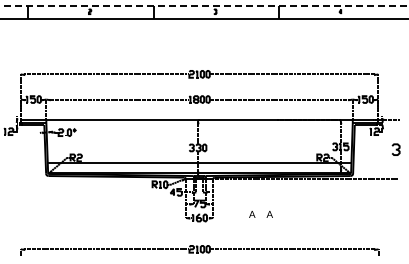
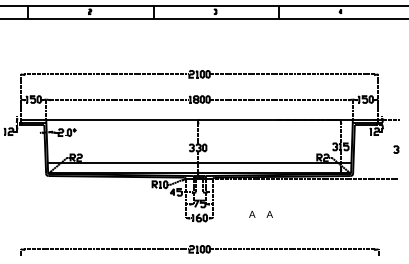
line at (204, 6): dashed -> solid
part at (395, 149) size: 10x13 px -> 7x9 px
